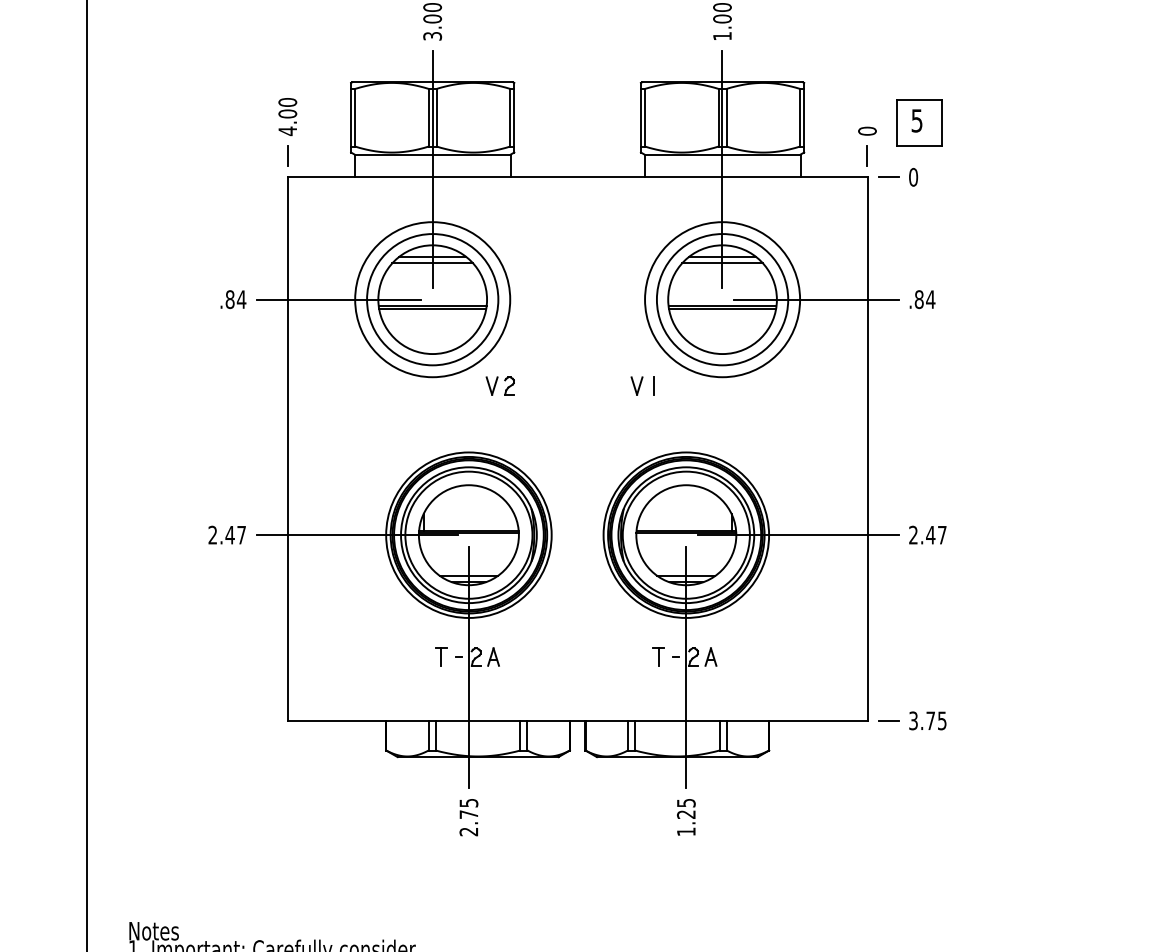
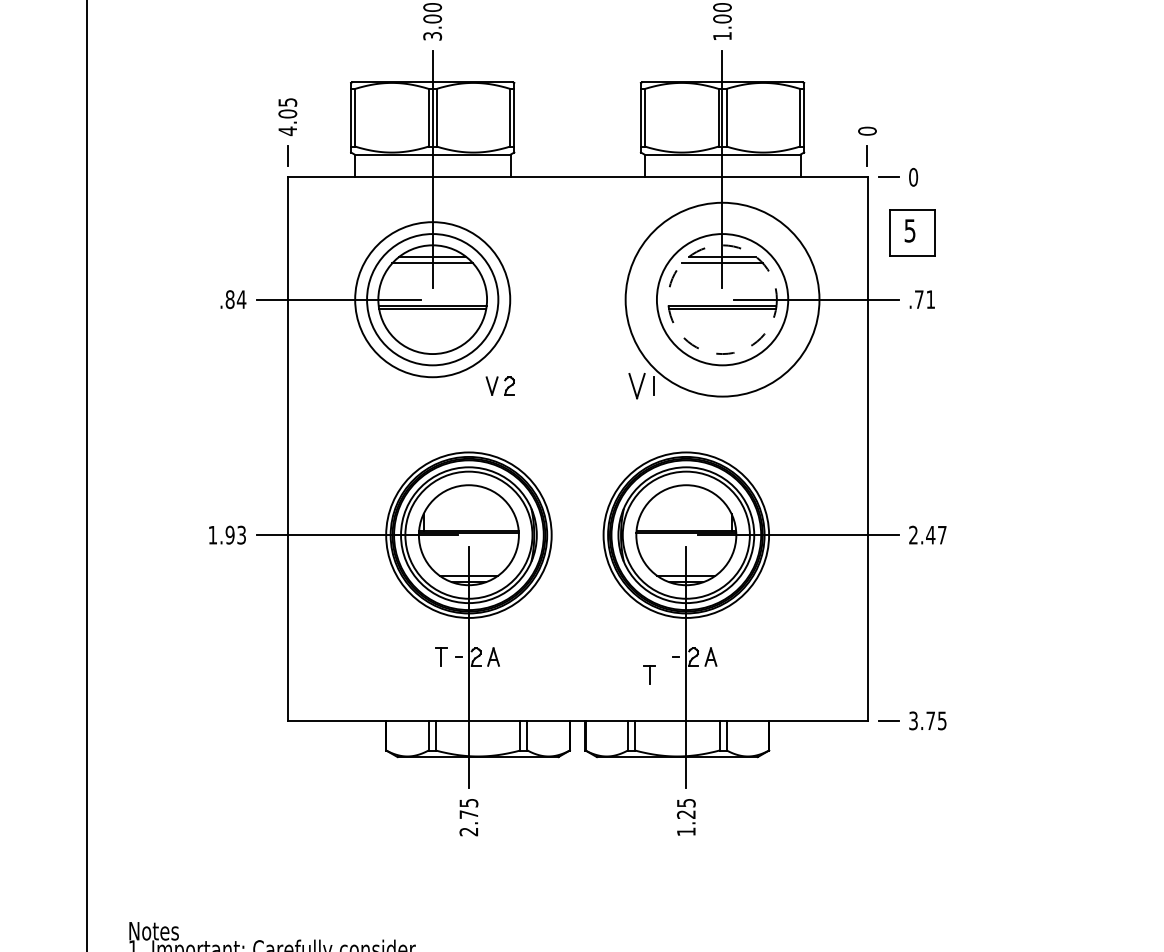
text at (287, 102): 4.00 -> 4.05
part at (919, 122) position: (919, 122) -> (912, 232)
circle at (722, 299) diameter: 155 px -> 194 px
circle at (722, 299): solid -> dashed
text at (924, 299): .84 -> .71
part at (636, 385) size: 14x20 px -> 18x27 px
text at (226, 534): 2.47 -> 1.93
part at (658, 656) position: (658, 656) -> (649, 674)
